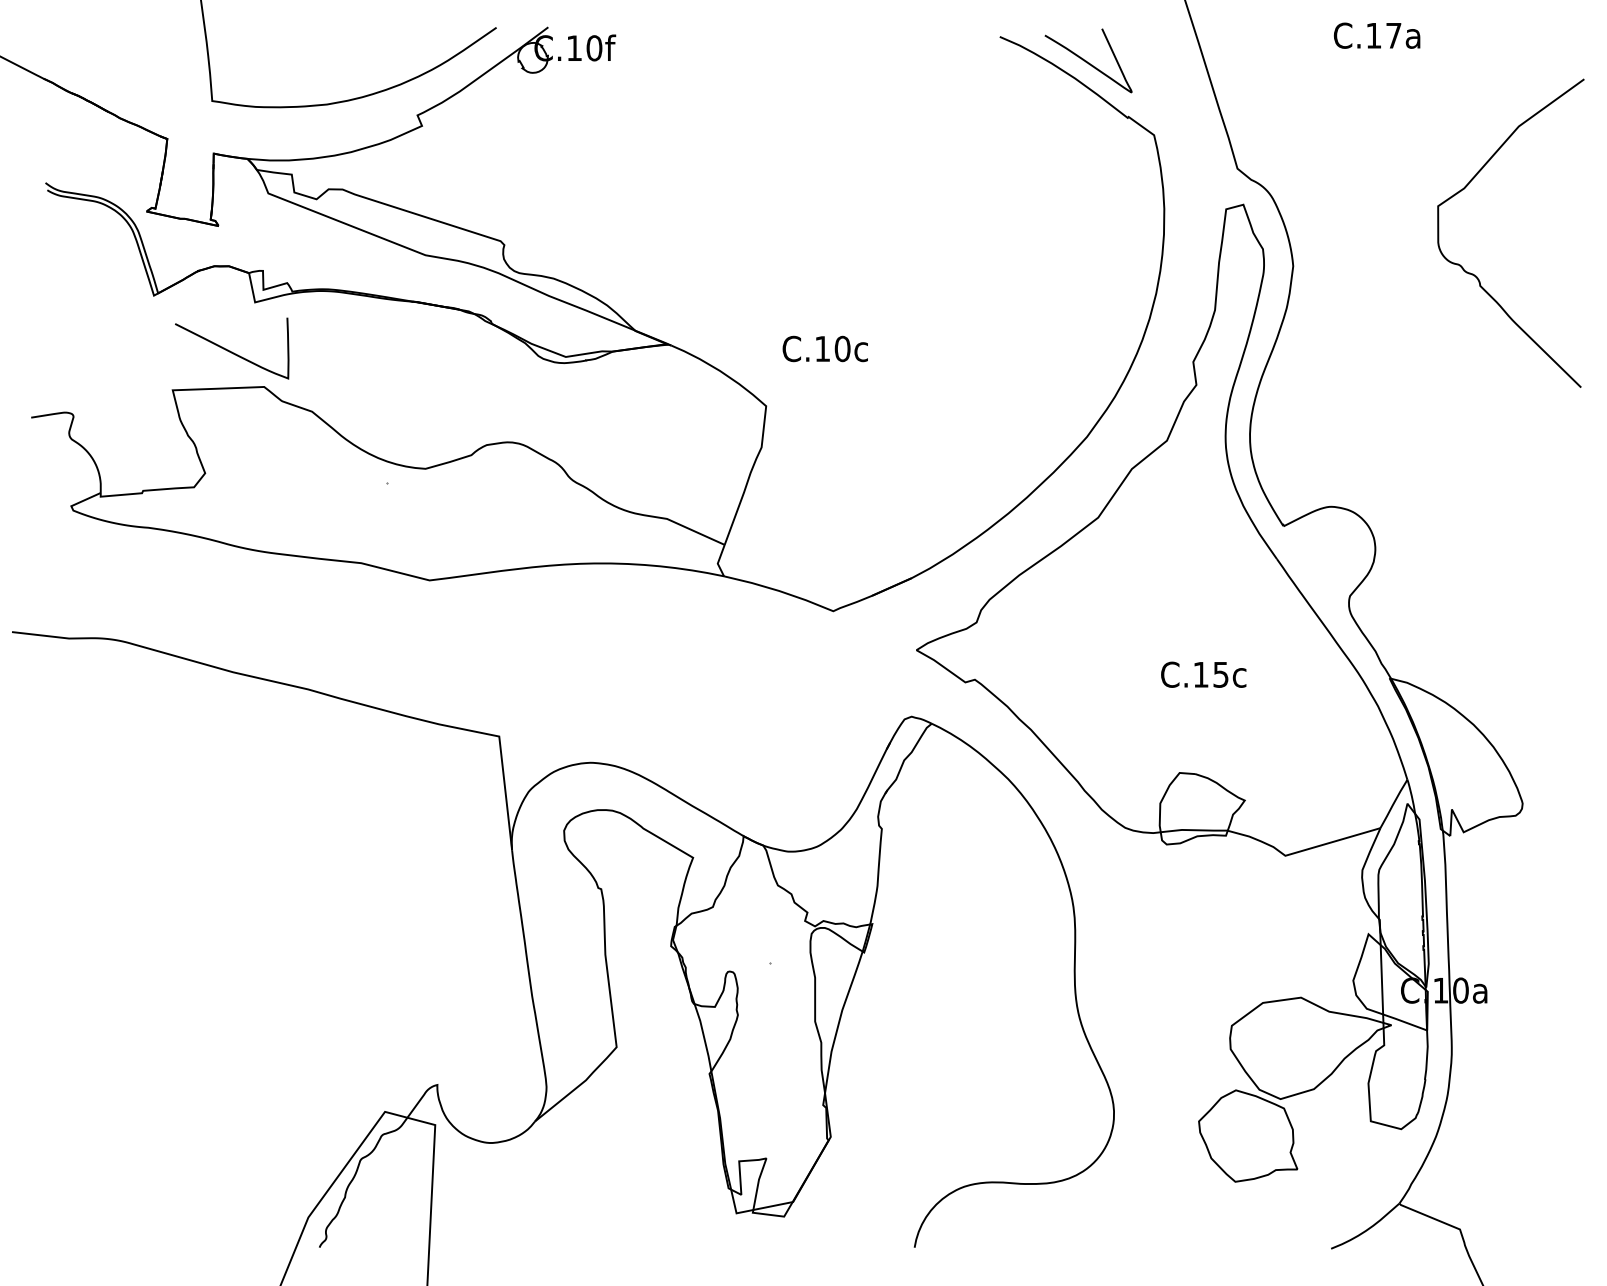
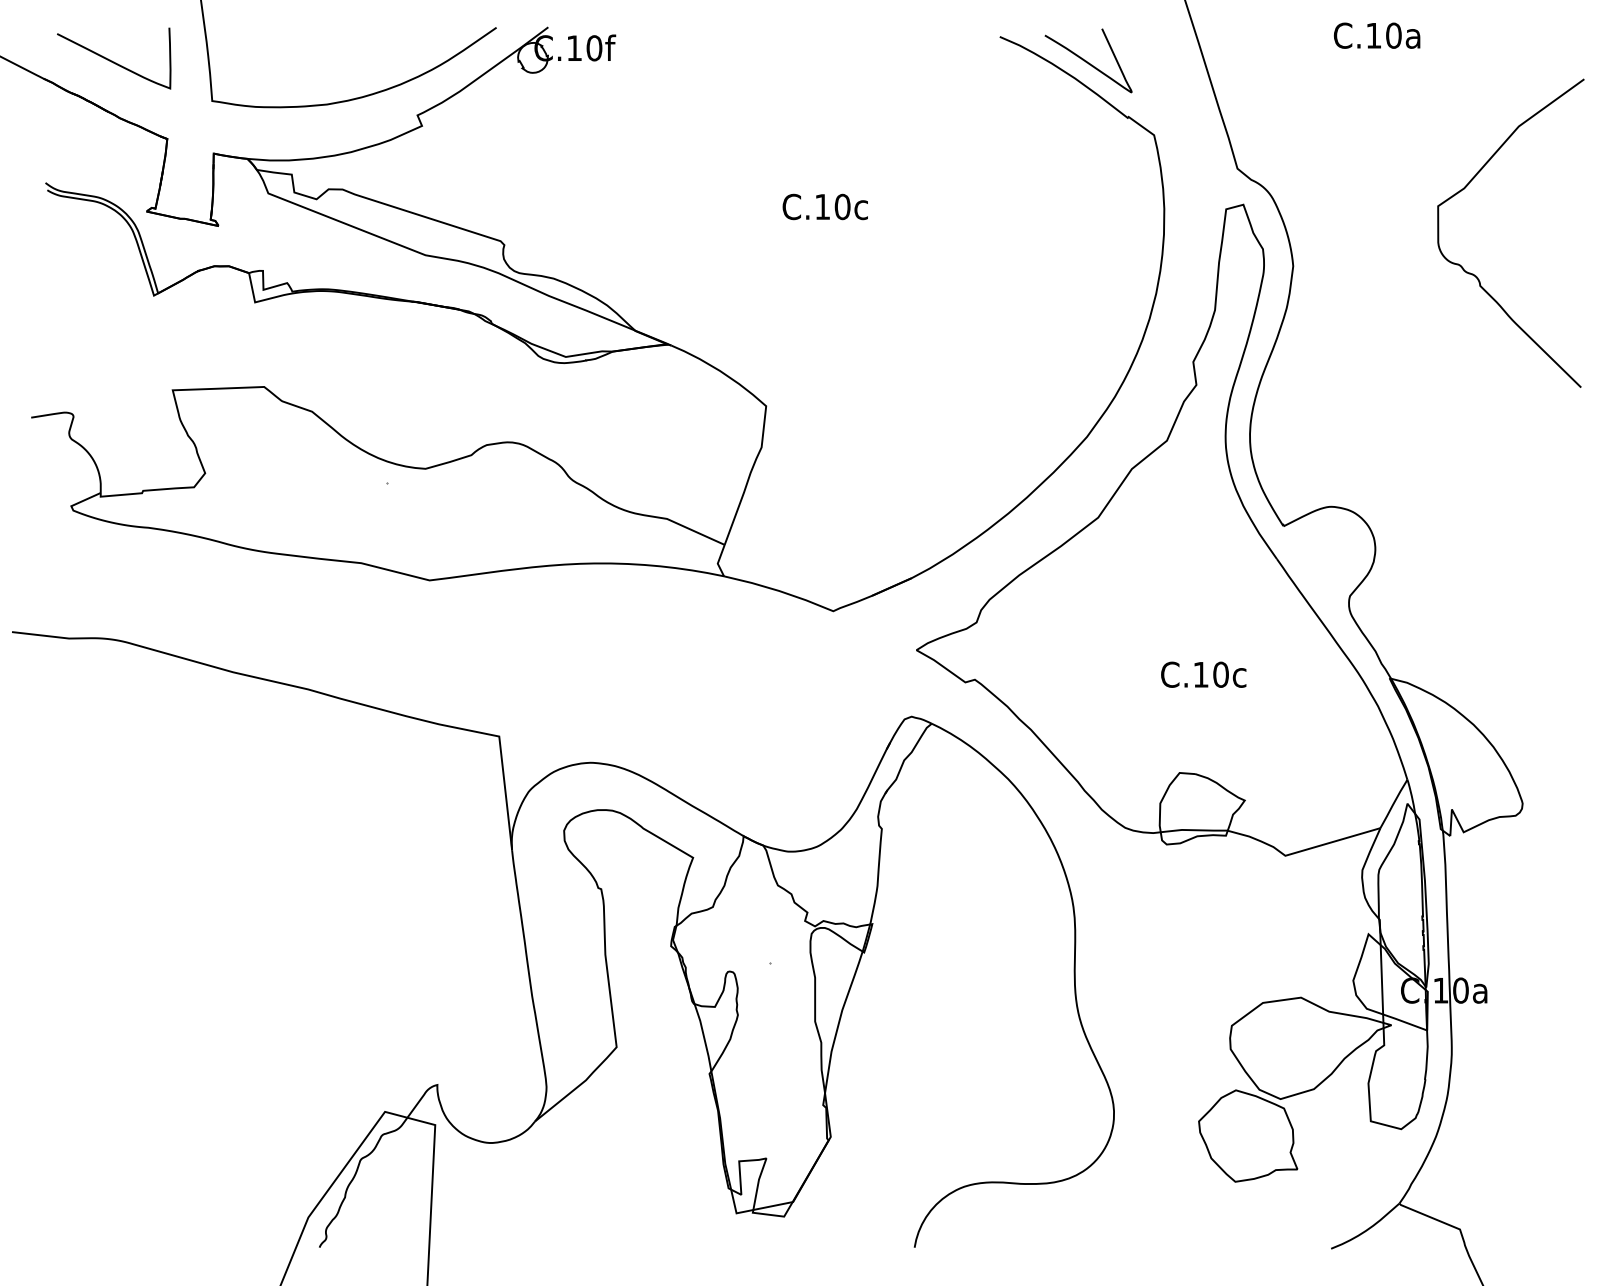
text at (1393, 35): C.17a -> C.10a
text at (824, 348) position: (824, 348) -> (824, 206)
curve at (230, 350) position: (230, 350) -> (112, 60)
text at (1220, 674): C.15c -> C.10c
